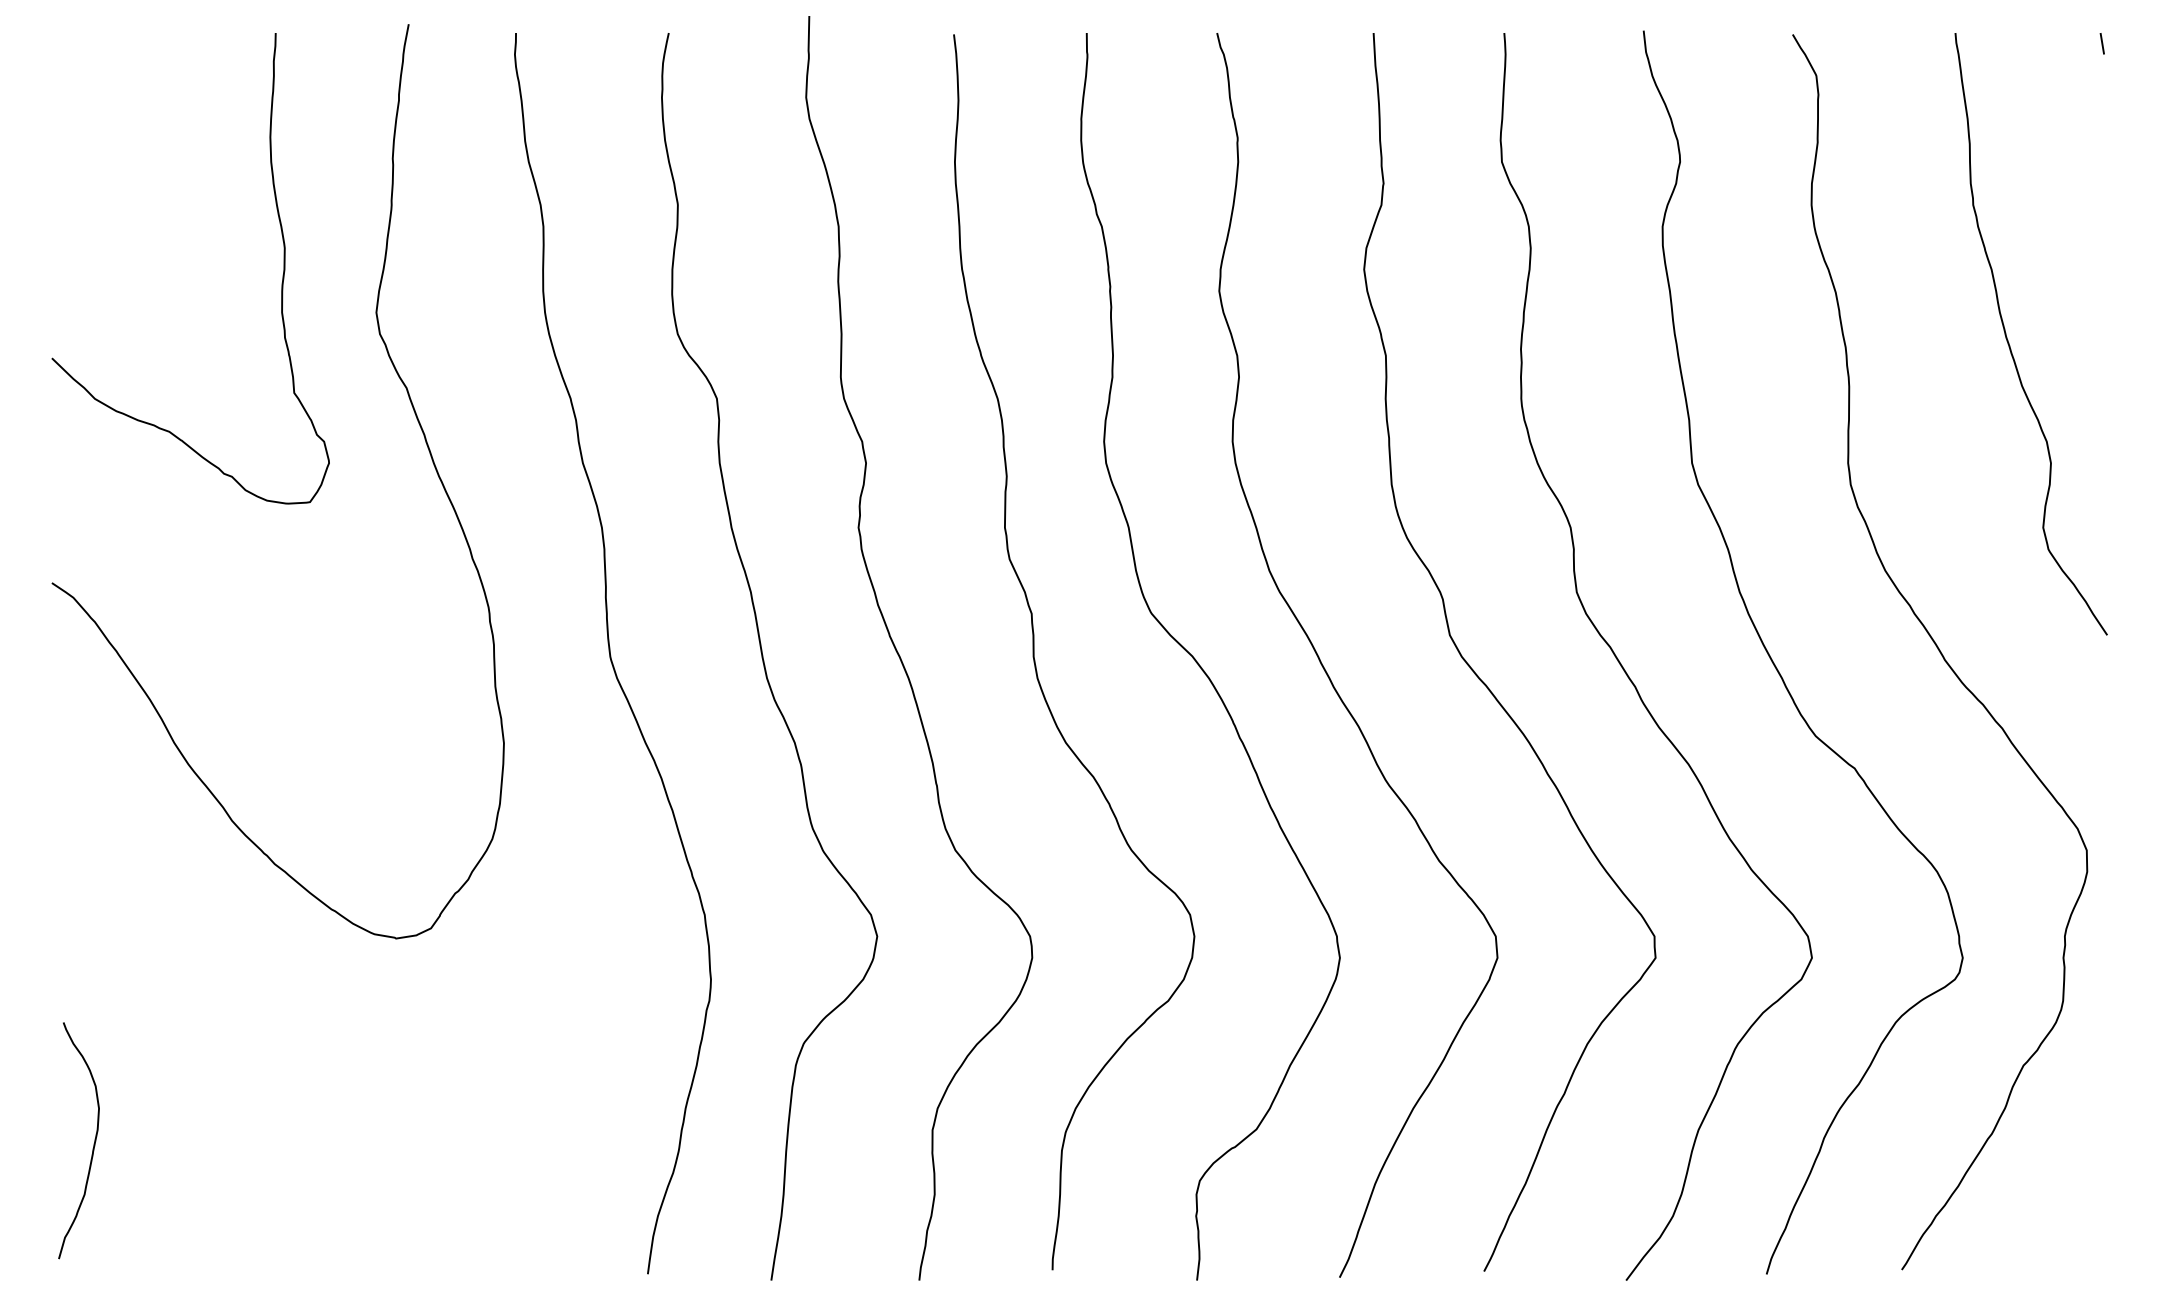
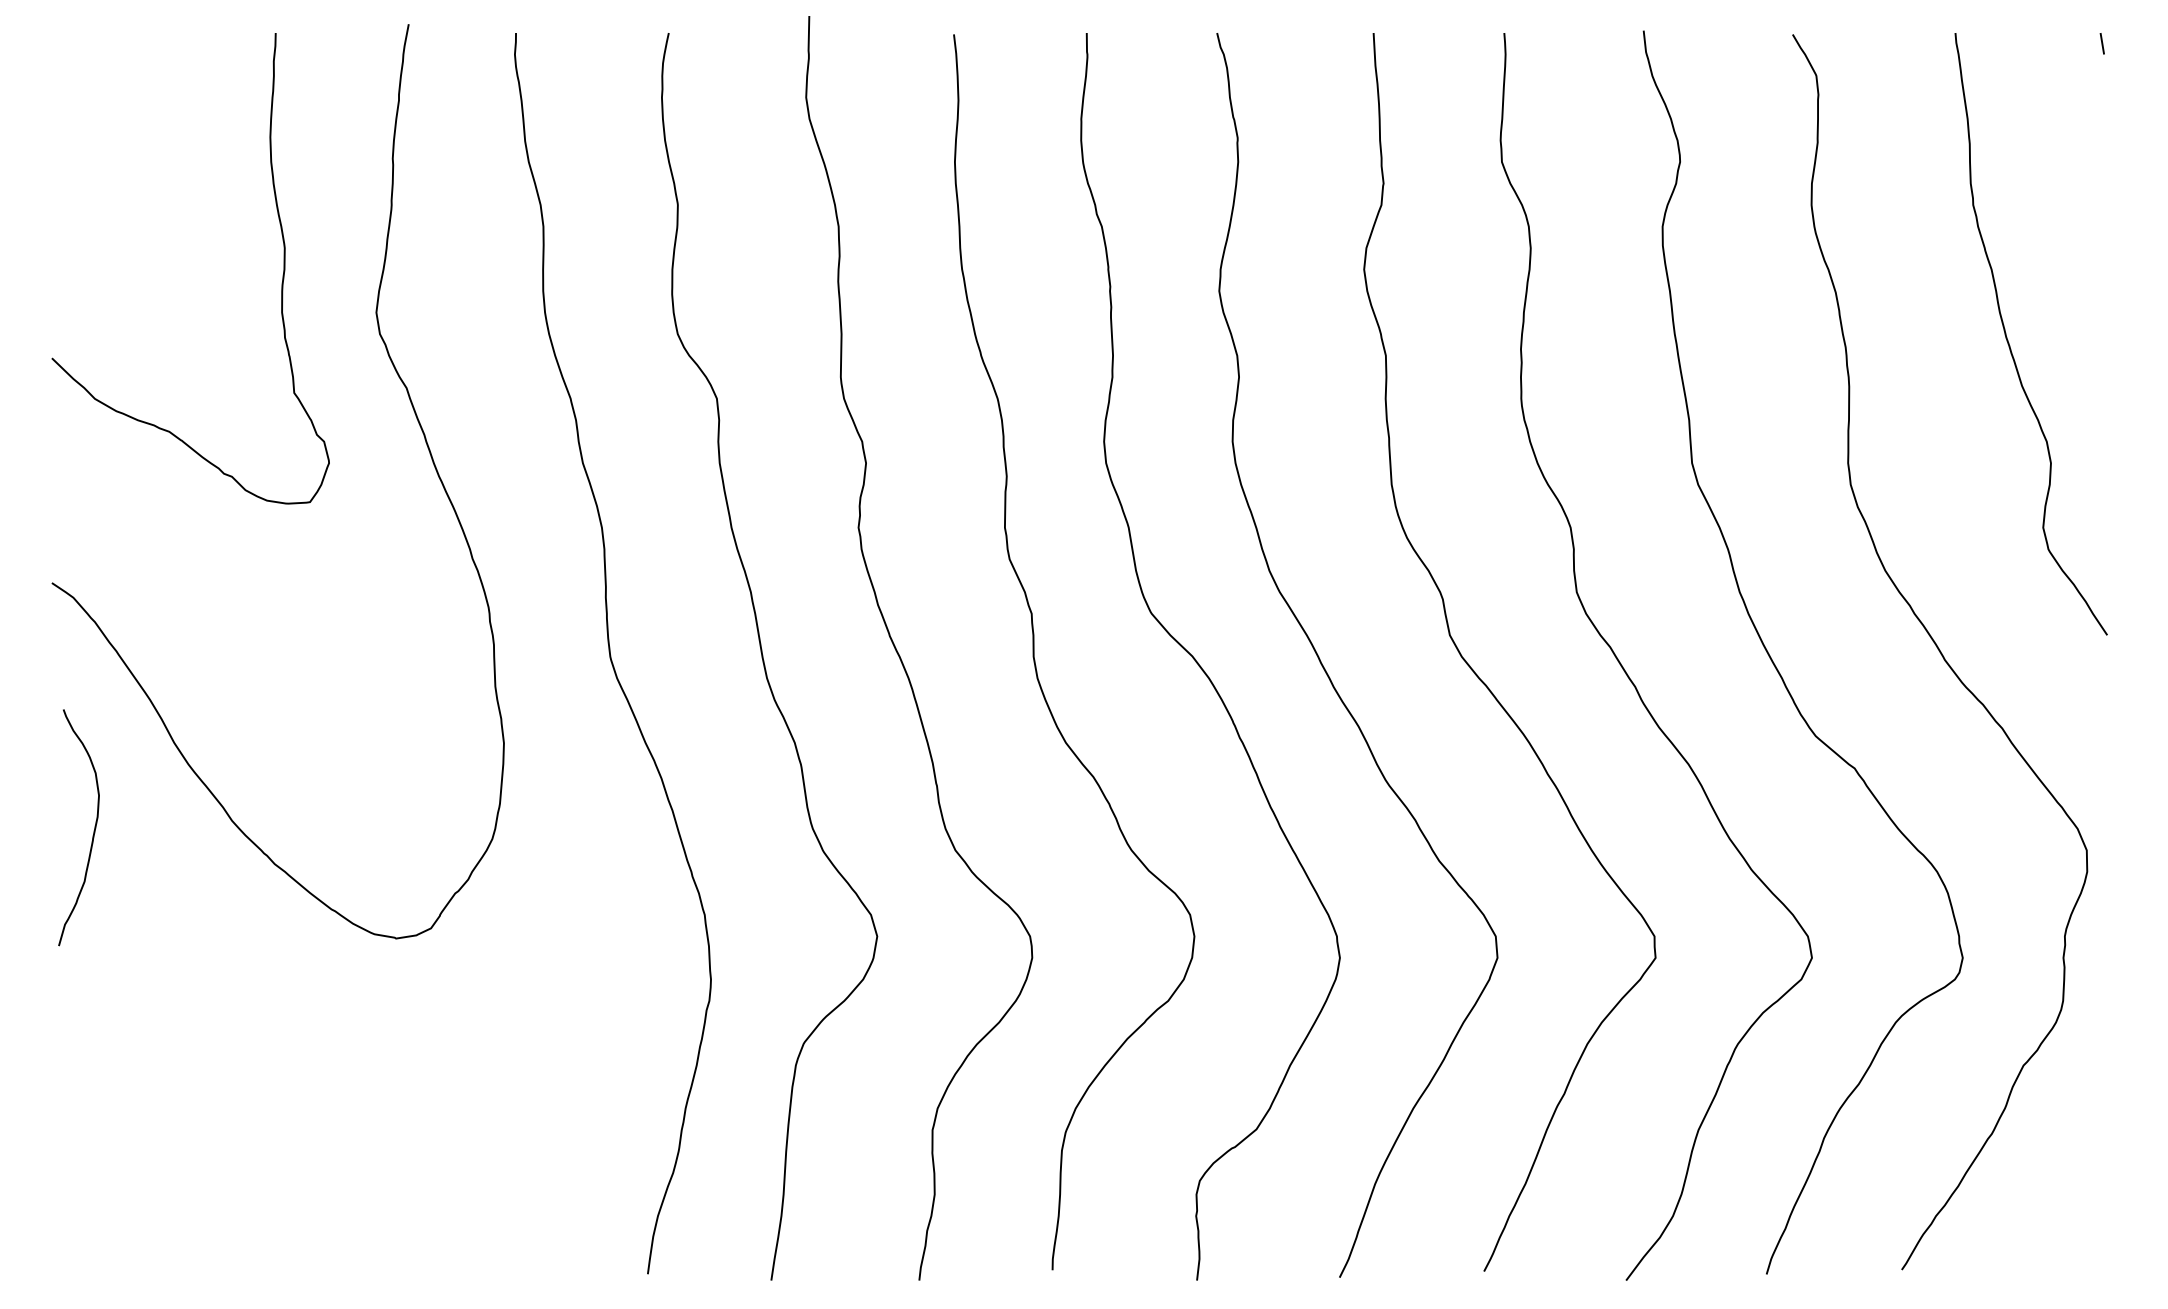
curve at (93, 1143) position: (93, 1143) -> (93, 830)
